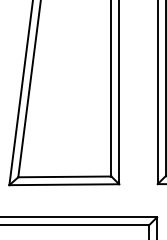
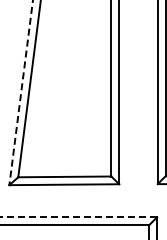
line at (21, 93): solid -> dashed
line at (78, 217): solid -> dashed
